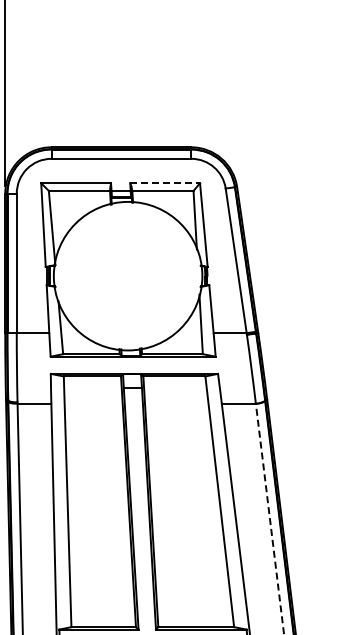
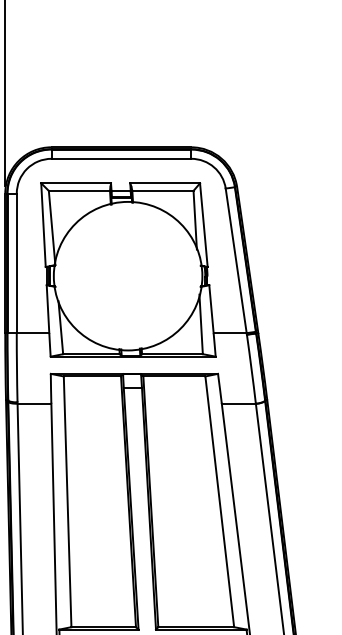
line at (165, 183): dashed -> solid
line at (269, 519): dashed -> solid
